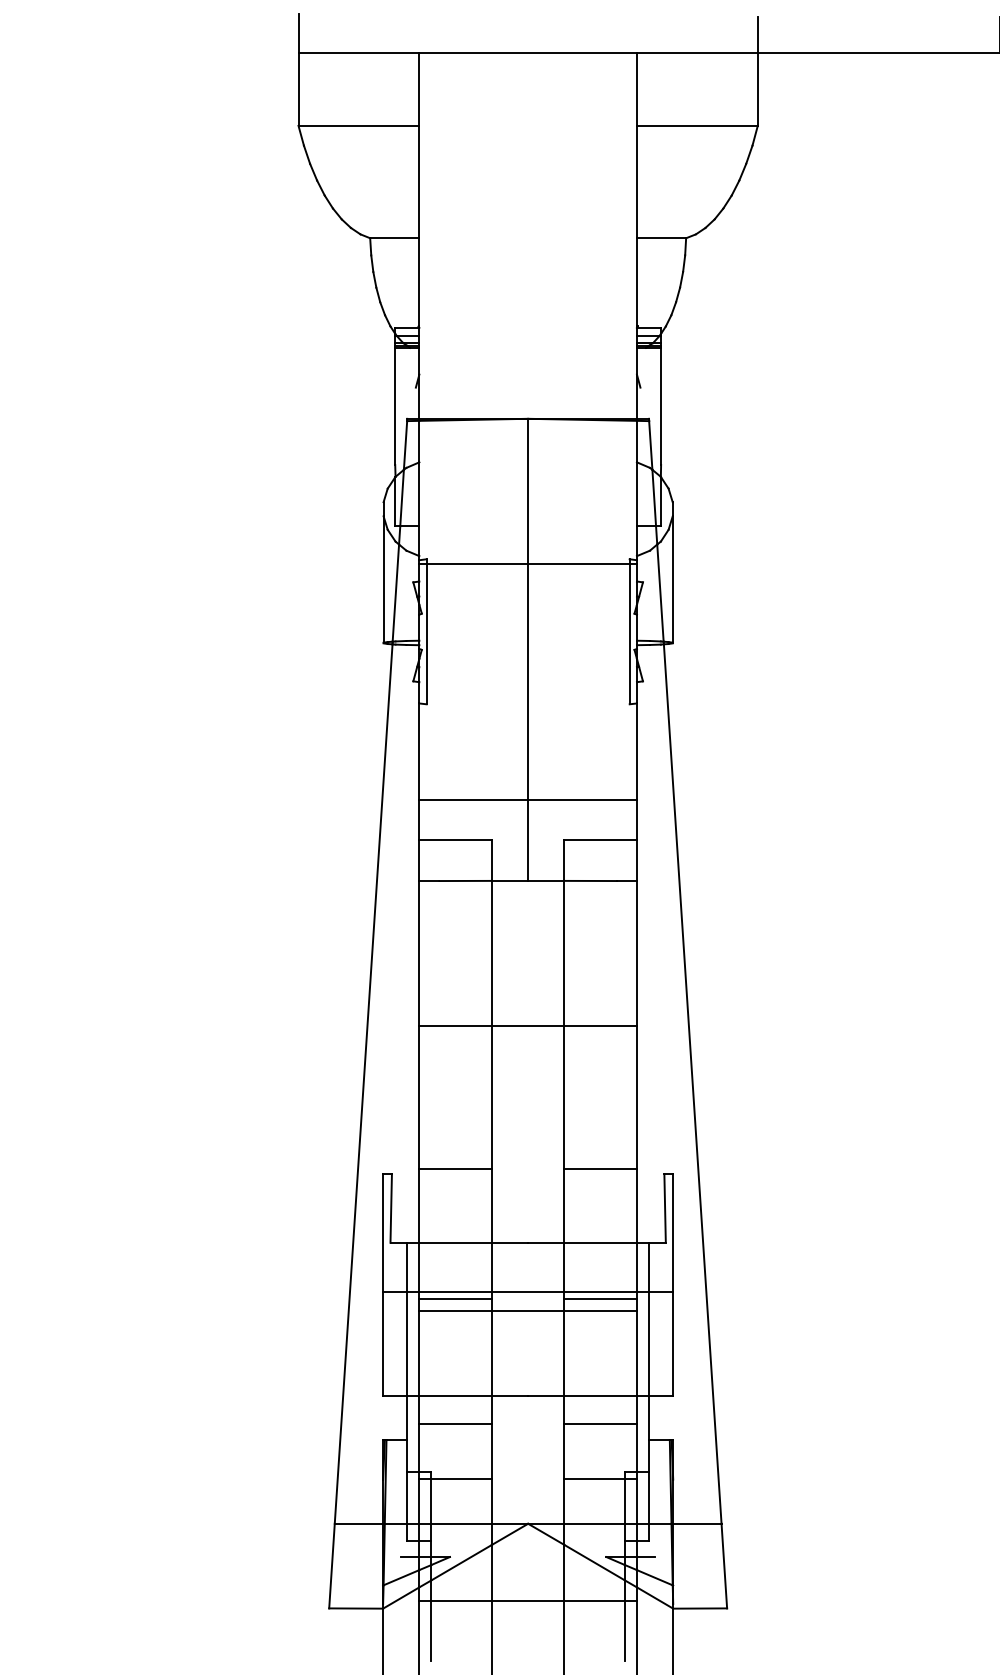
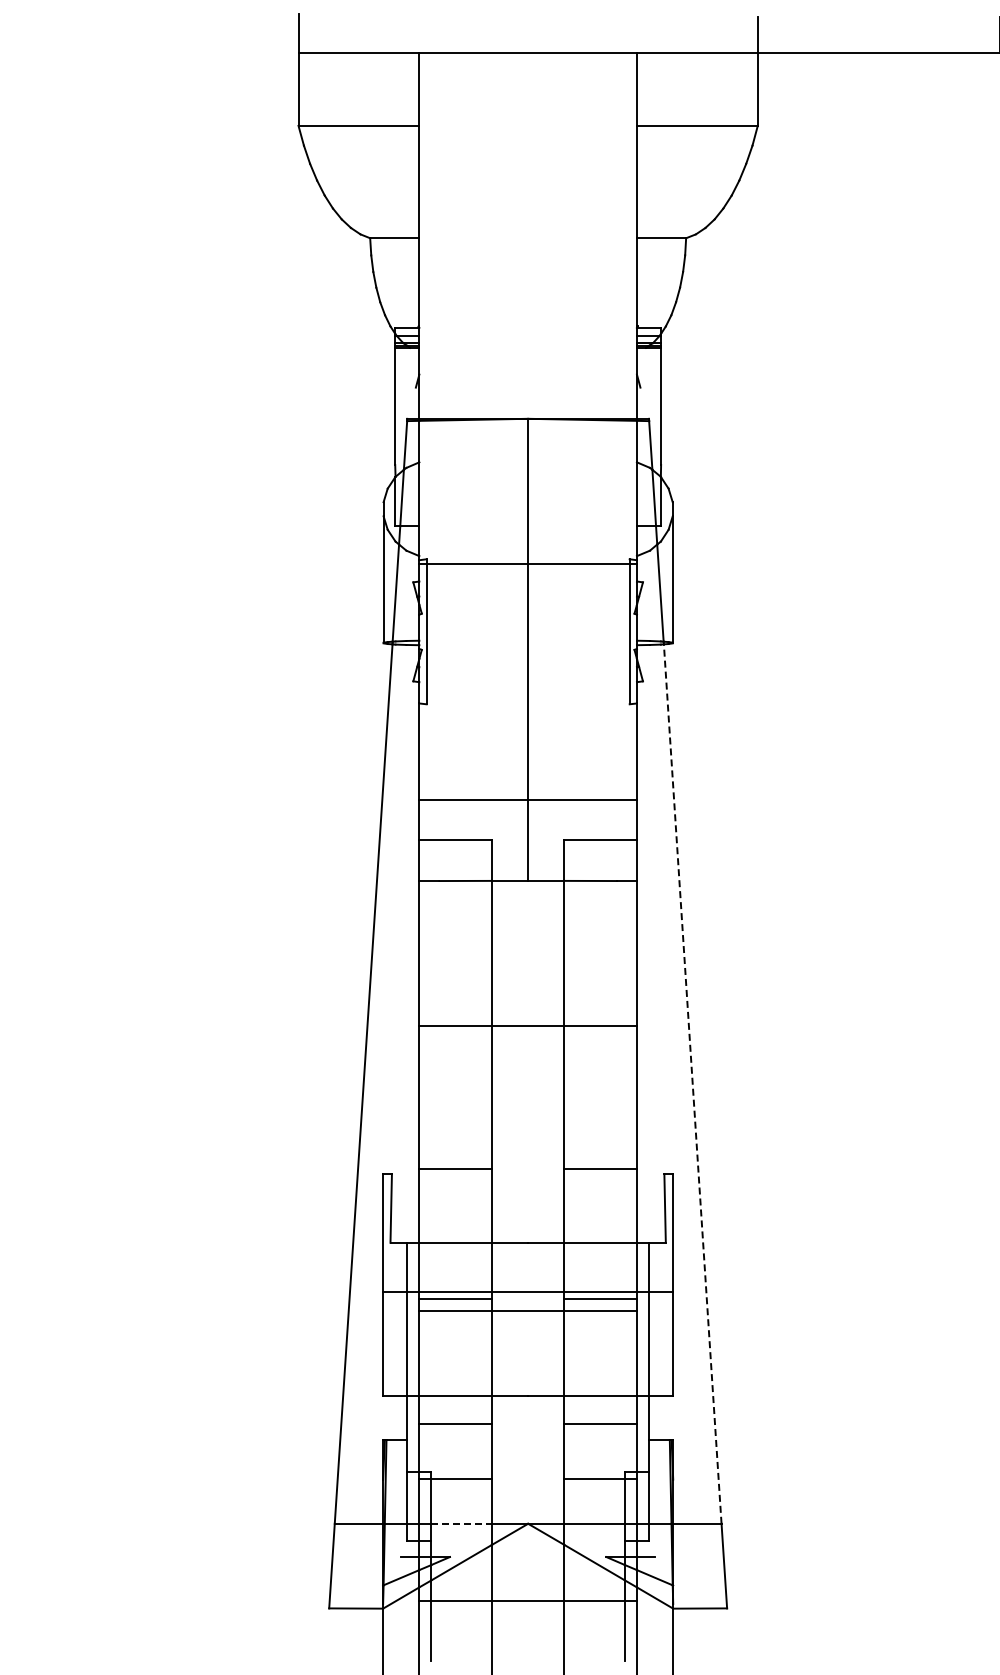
line at (692, 1084): solid -> dashed
line at (462, 1523): solid -> dashed
